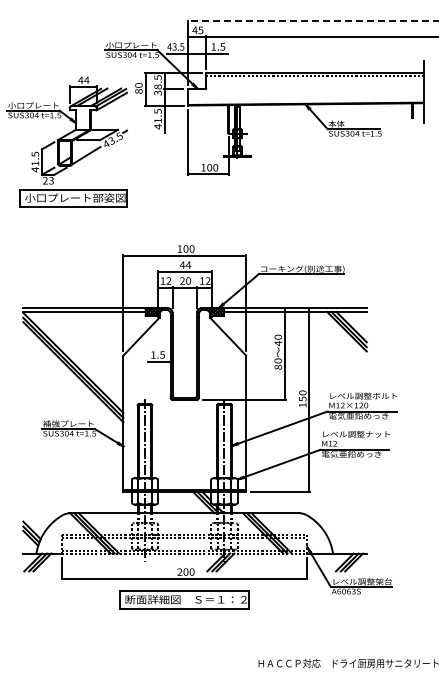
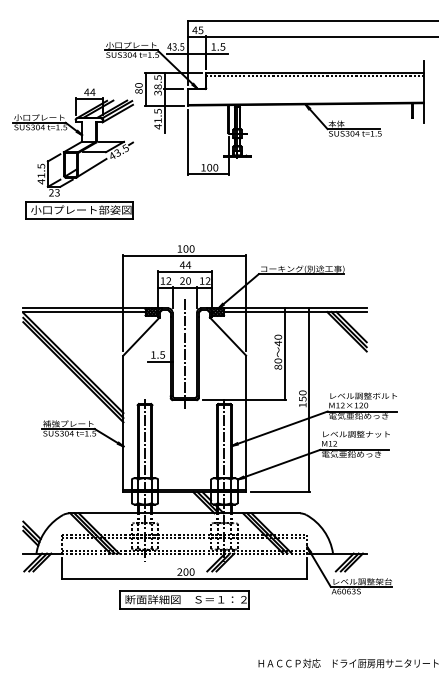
line at (312, 21): dashed -> solid
part at (66, 141) position: (66, 141) -> (72, 153)
line at (184, 354): none -> present
